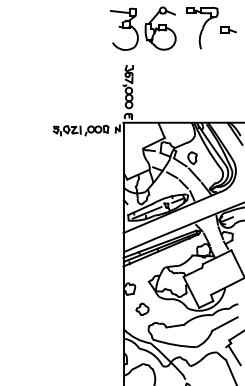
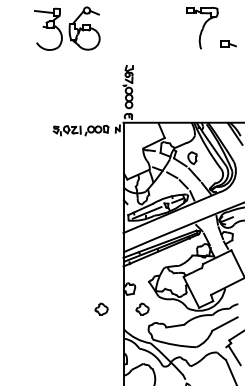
part at (143, 28) position: (143, 28) -> (67, 28)
part at (228, 29) position: (228, 29) -> (228, 43)
part at (101, 308): none -> present
